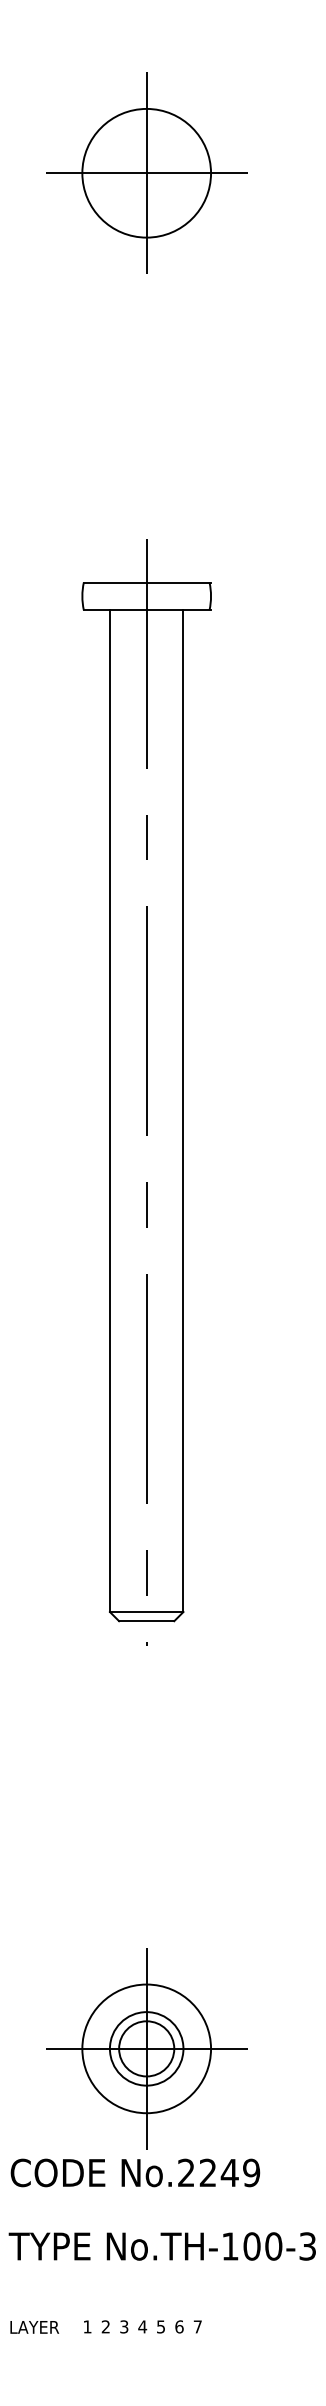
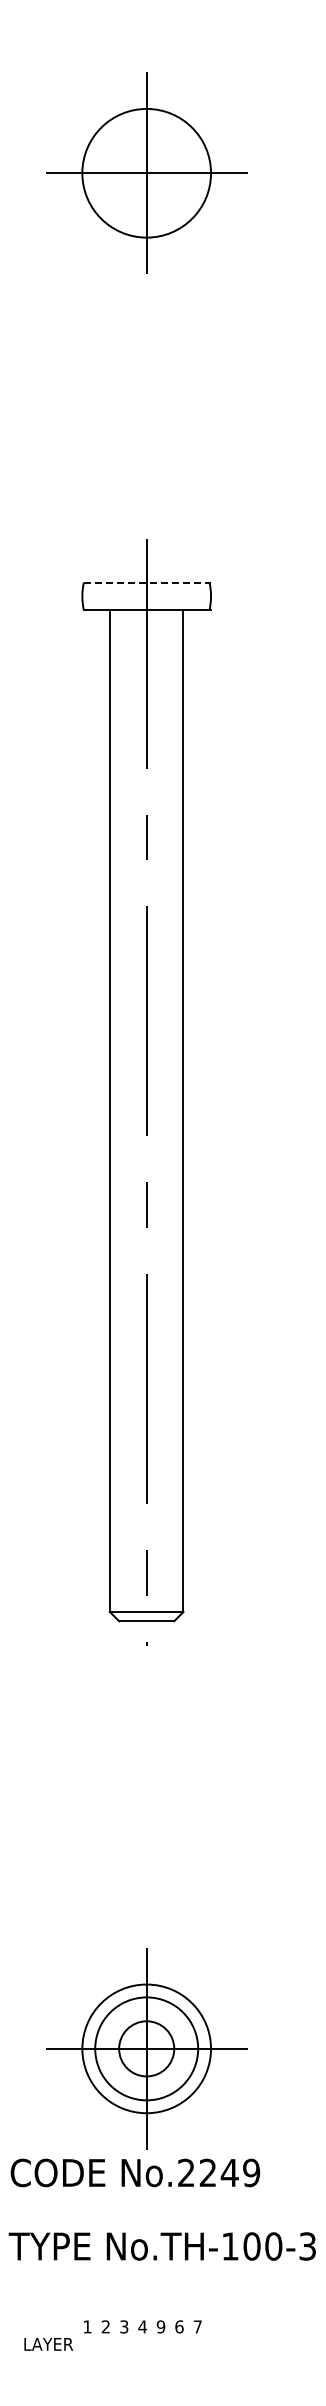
line at (147, 582): solid -> dashed
circle at (146, 2048) diameter: 74 px -> 103 px
text at (160, 2326): 5 -> 9
text at (34, 2327) position: (34, 2327) -> (48, 2344)
